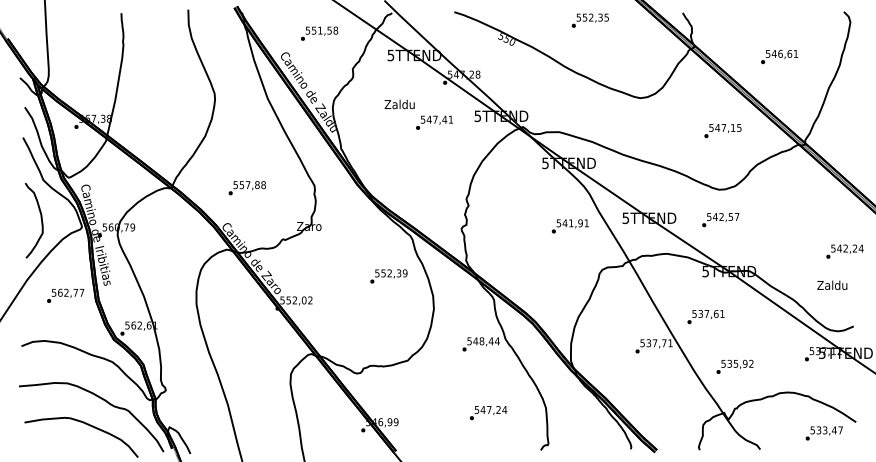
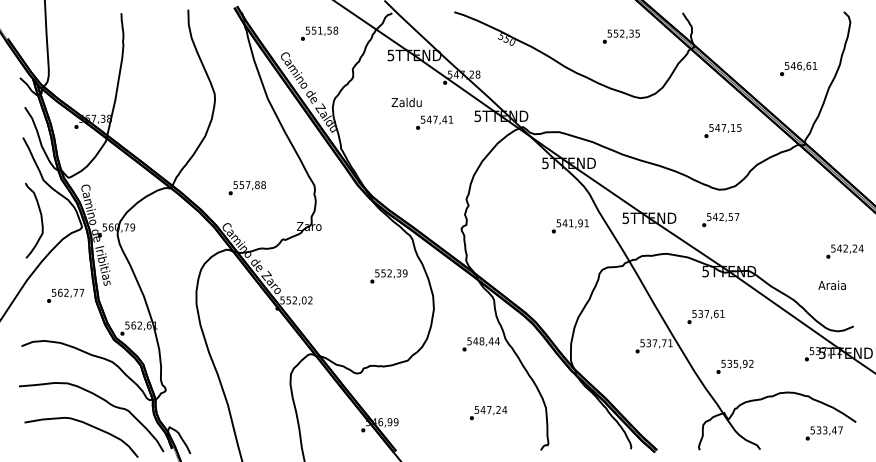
text at (589, 20) position: (589, 20) -> (620, 36)
text at (779, 57) position: (779, 57) -> (798, 69)
text at (399, 104) position: (399, 104) -> (406, 102)
text at (832, 284): Zaldu -> Araia
